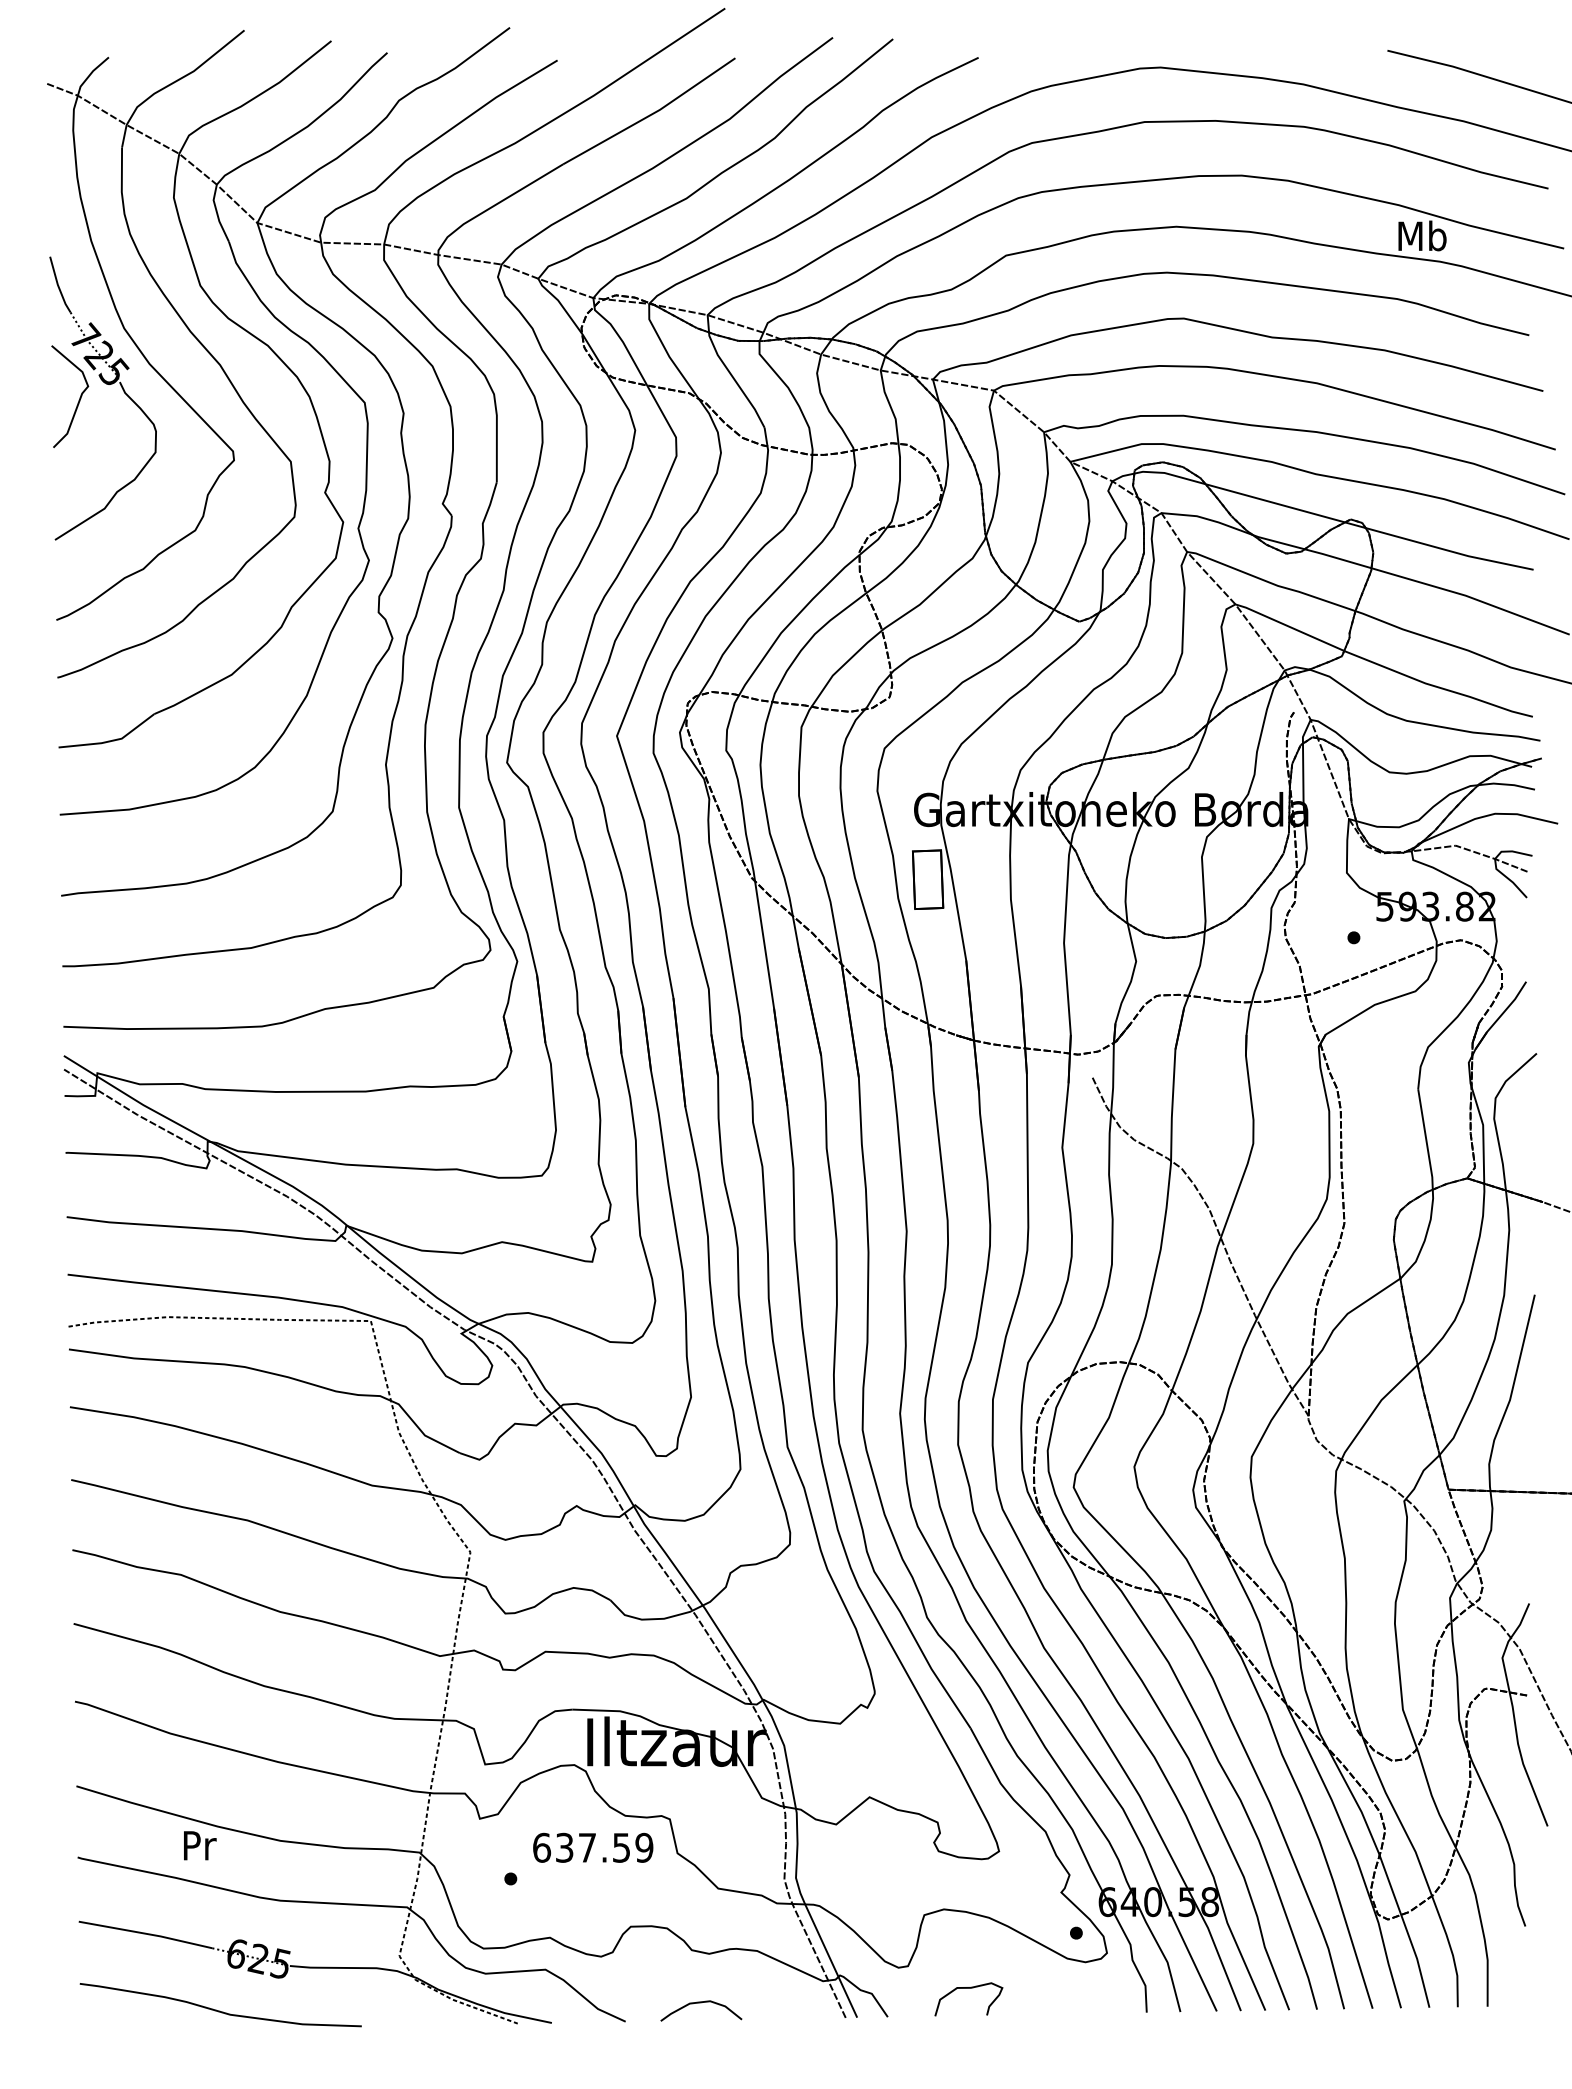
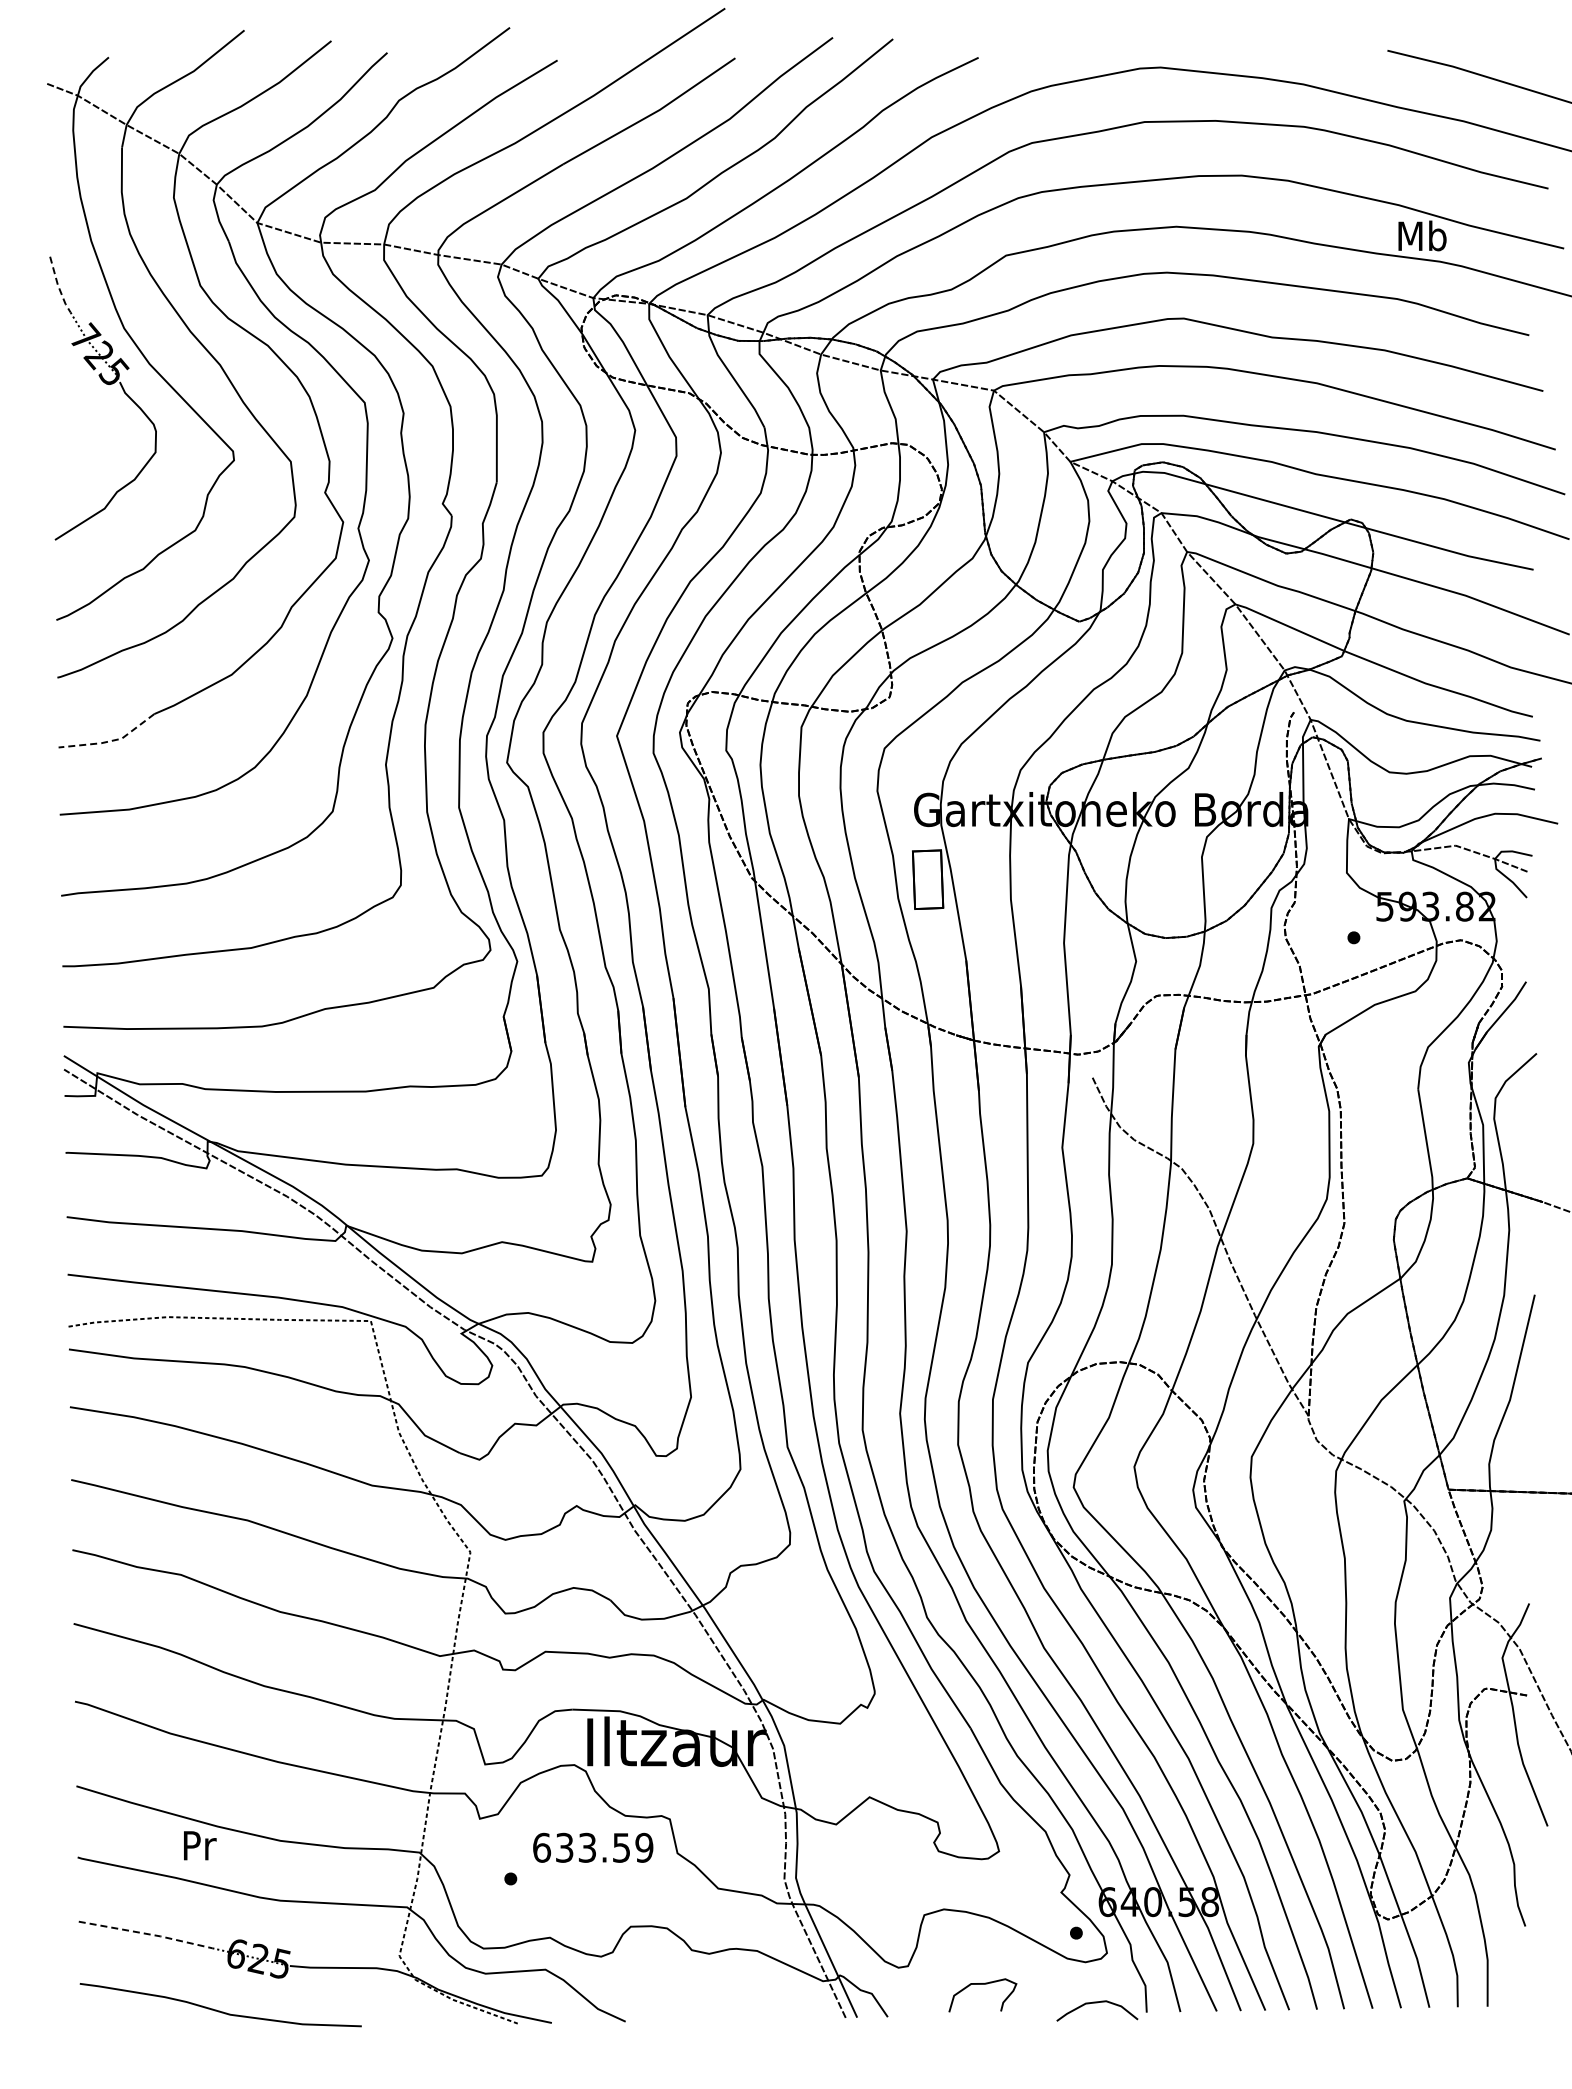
line at (58, 285): solid -> dashed
curve at (78, 400): present -> none
line at (110, 741): solid -> dashed
text at (586, 1847): 637.59 -> 633.59
line at (146, 1933): solid -> dashed
curve at (968, 1988) position: (968, 1988) -> (982, 1984)
curve at (701, 2003) position: (701, 2003) -> (1097, 2003)
